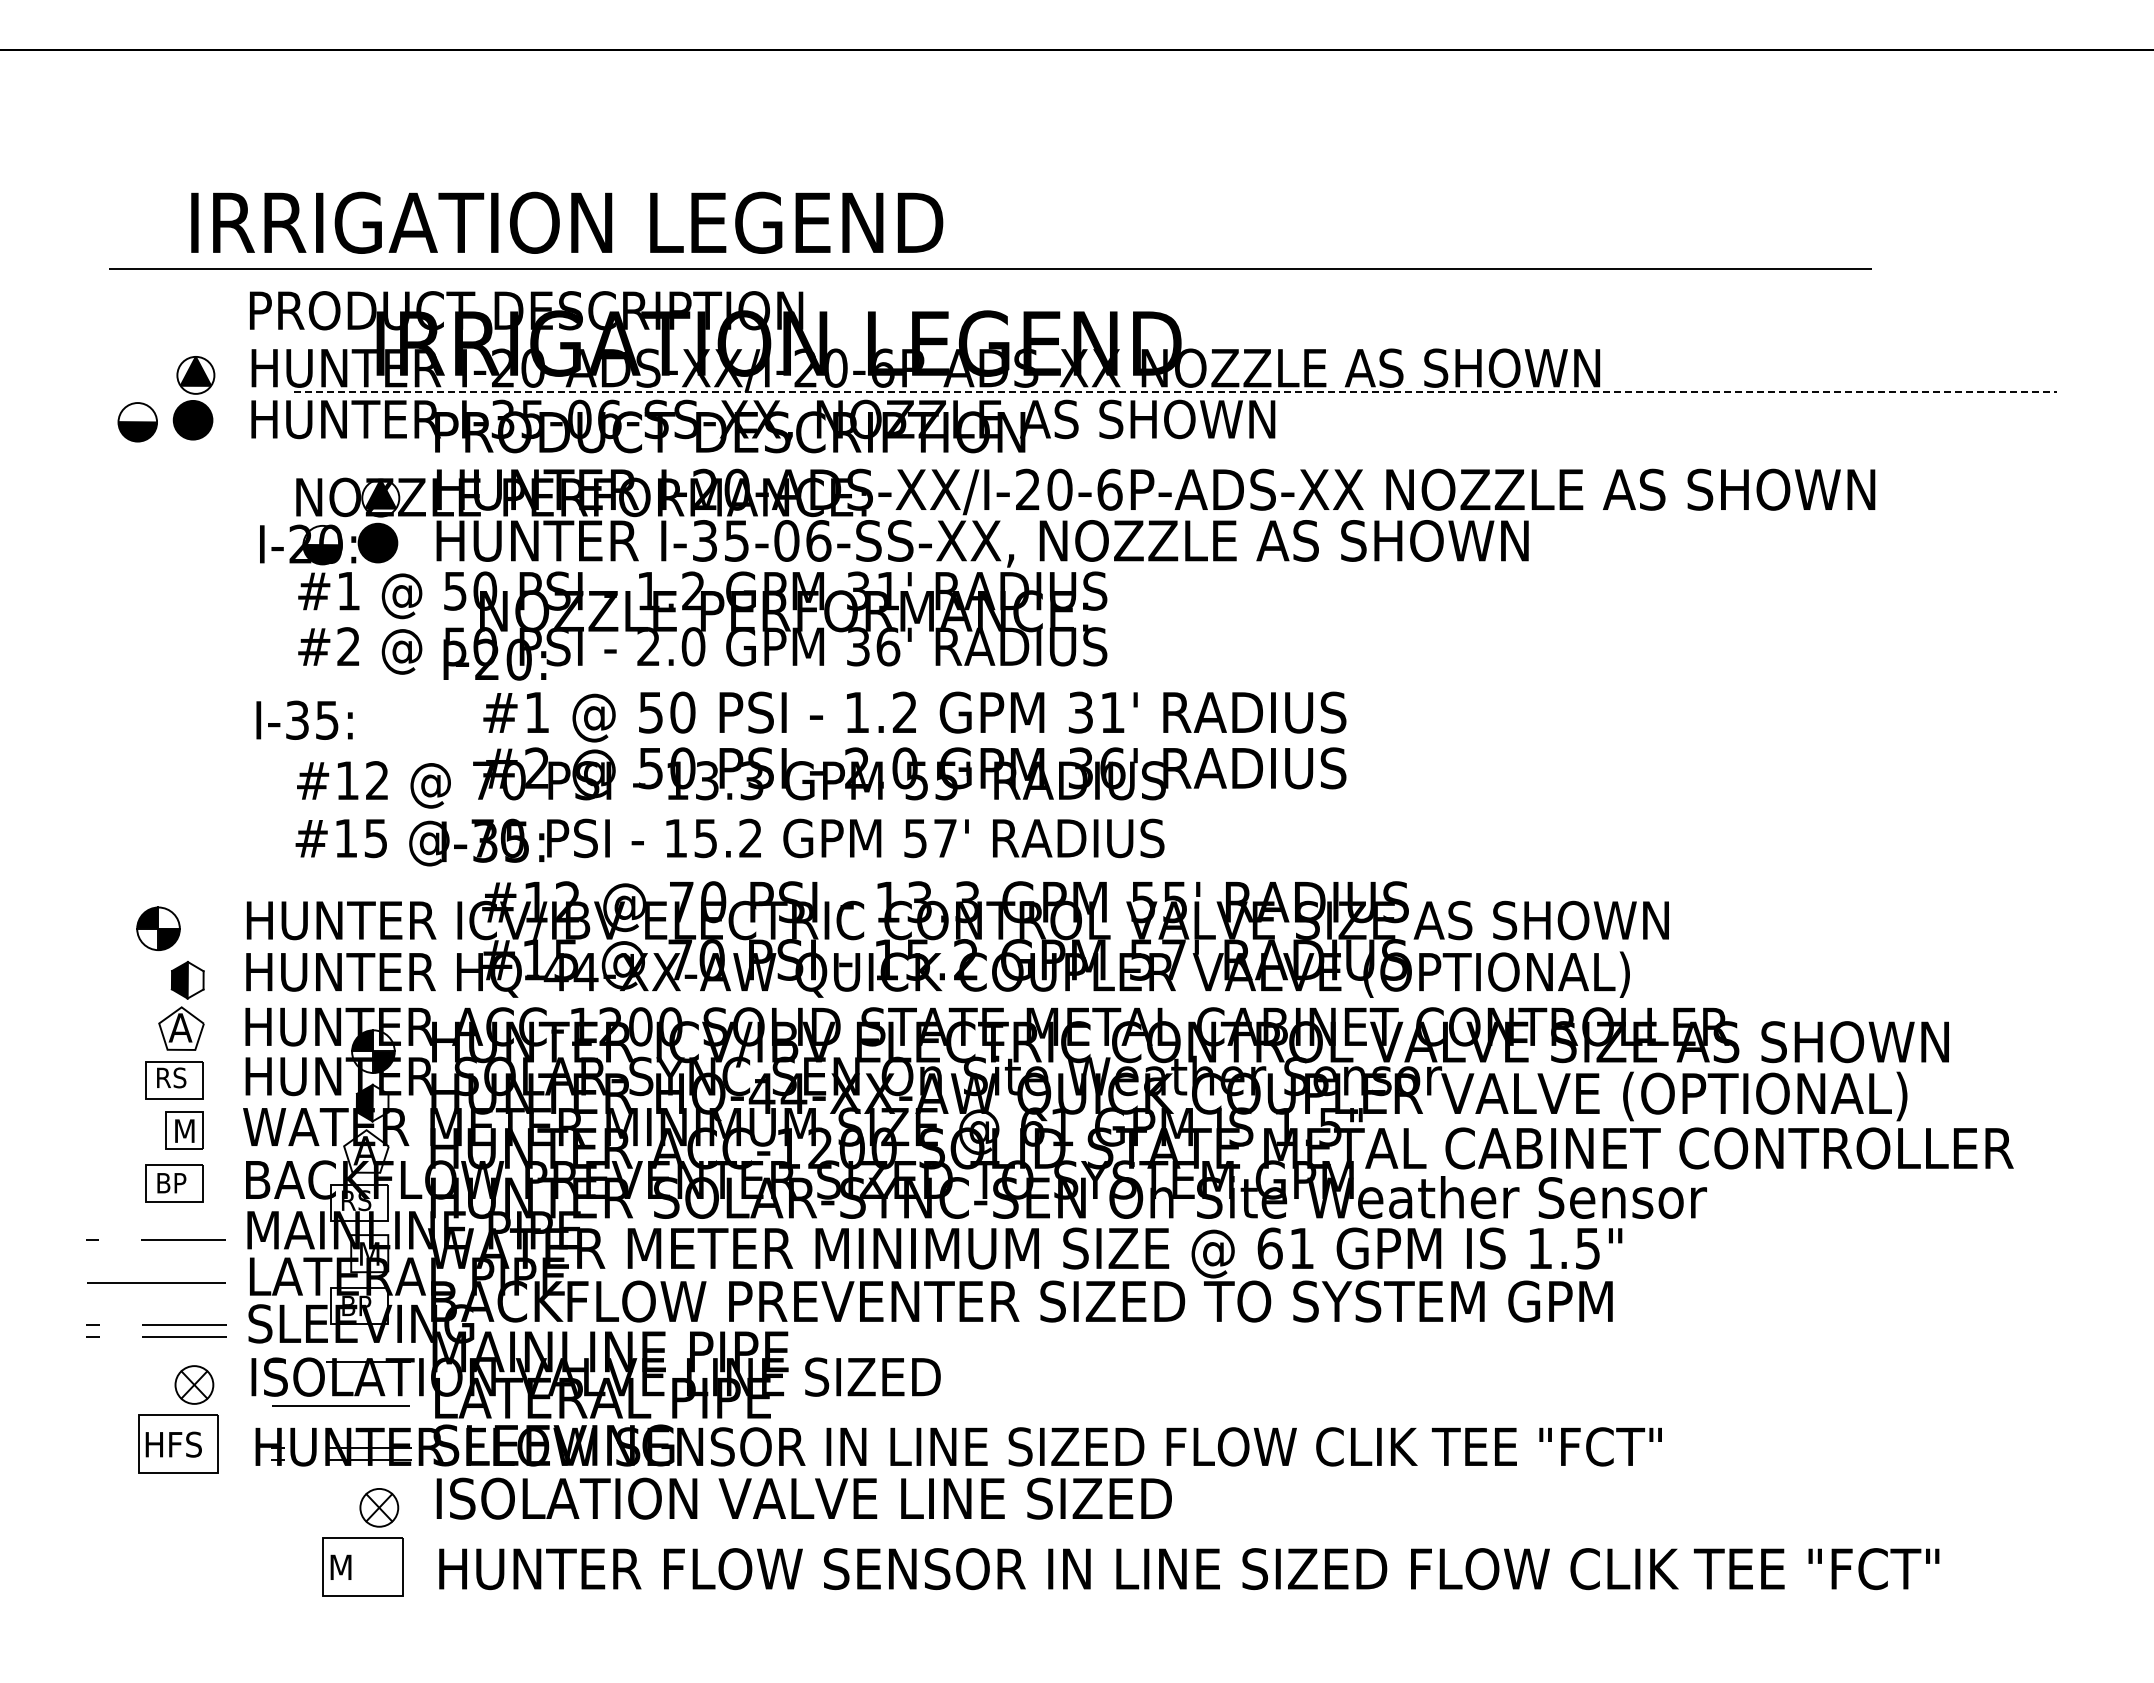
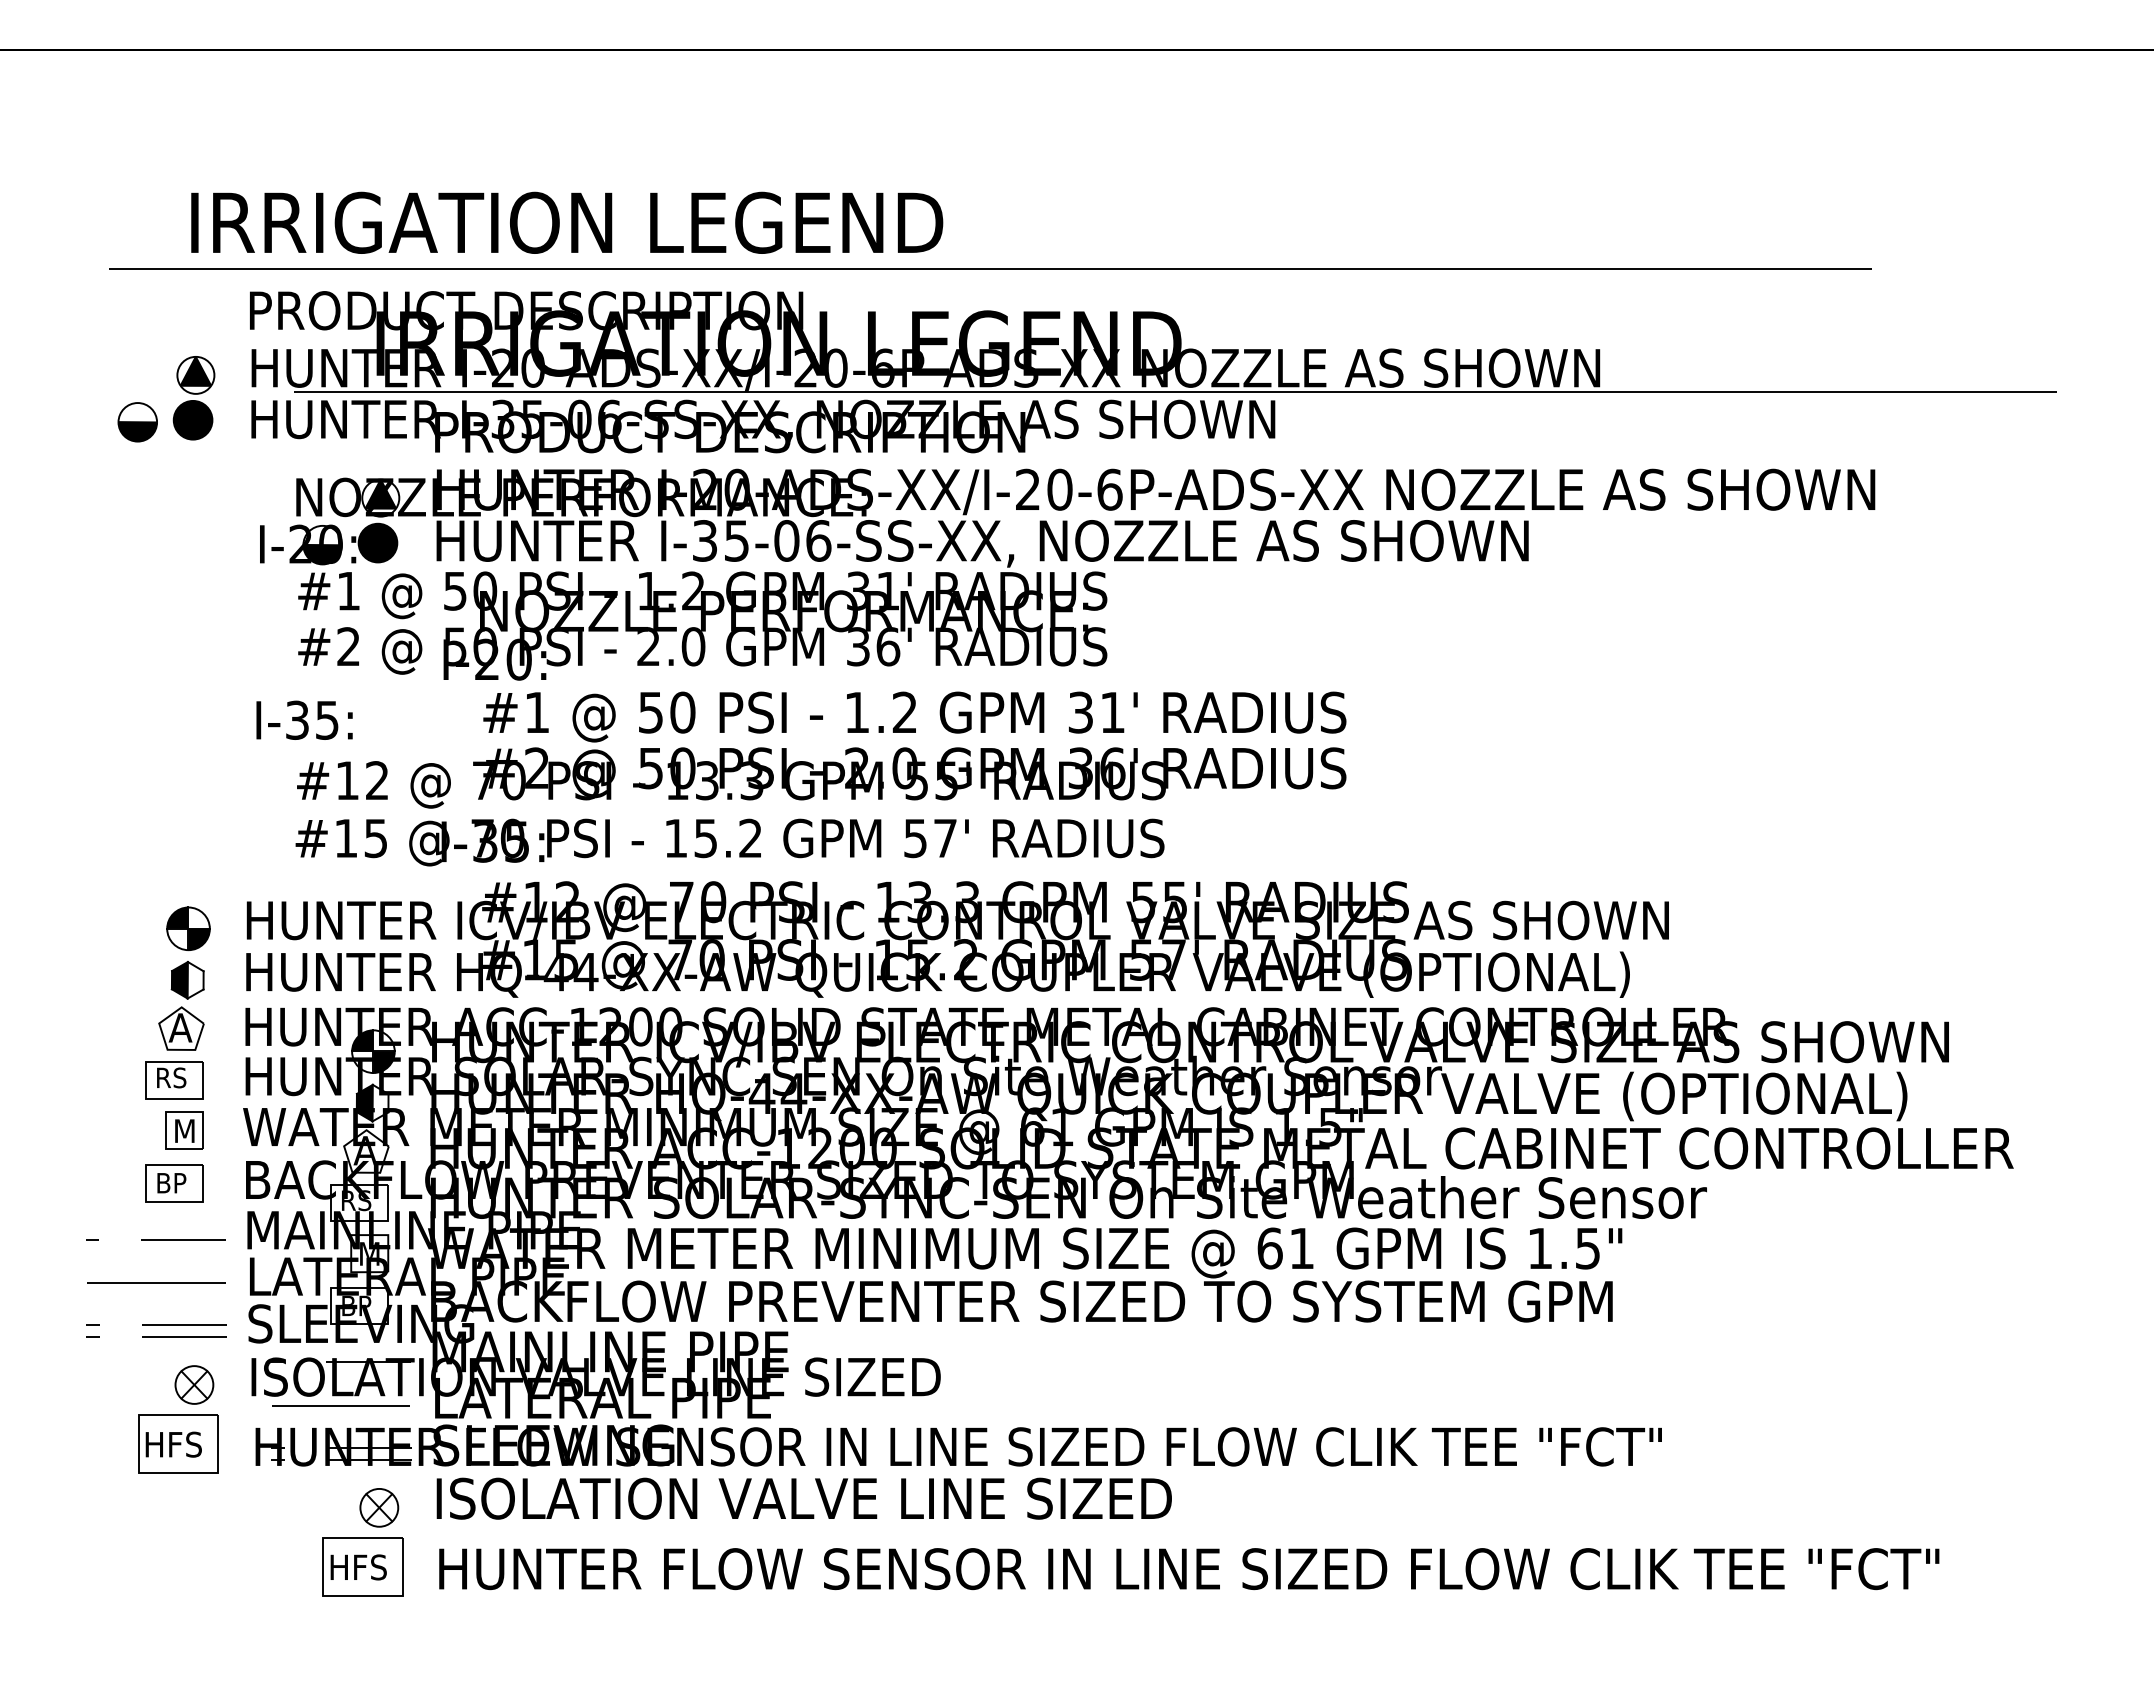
line at (1176, 391): dashed -> solid
part at (158, 928) position: (158, 928) -> (188, 928)
text at (359, 1567): M -> HFS
